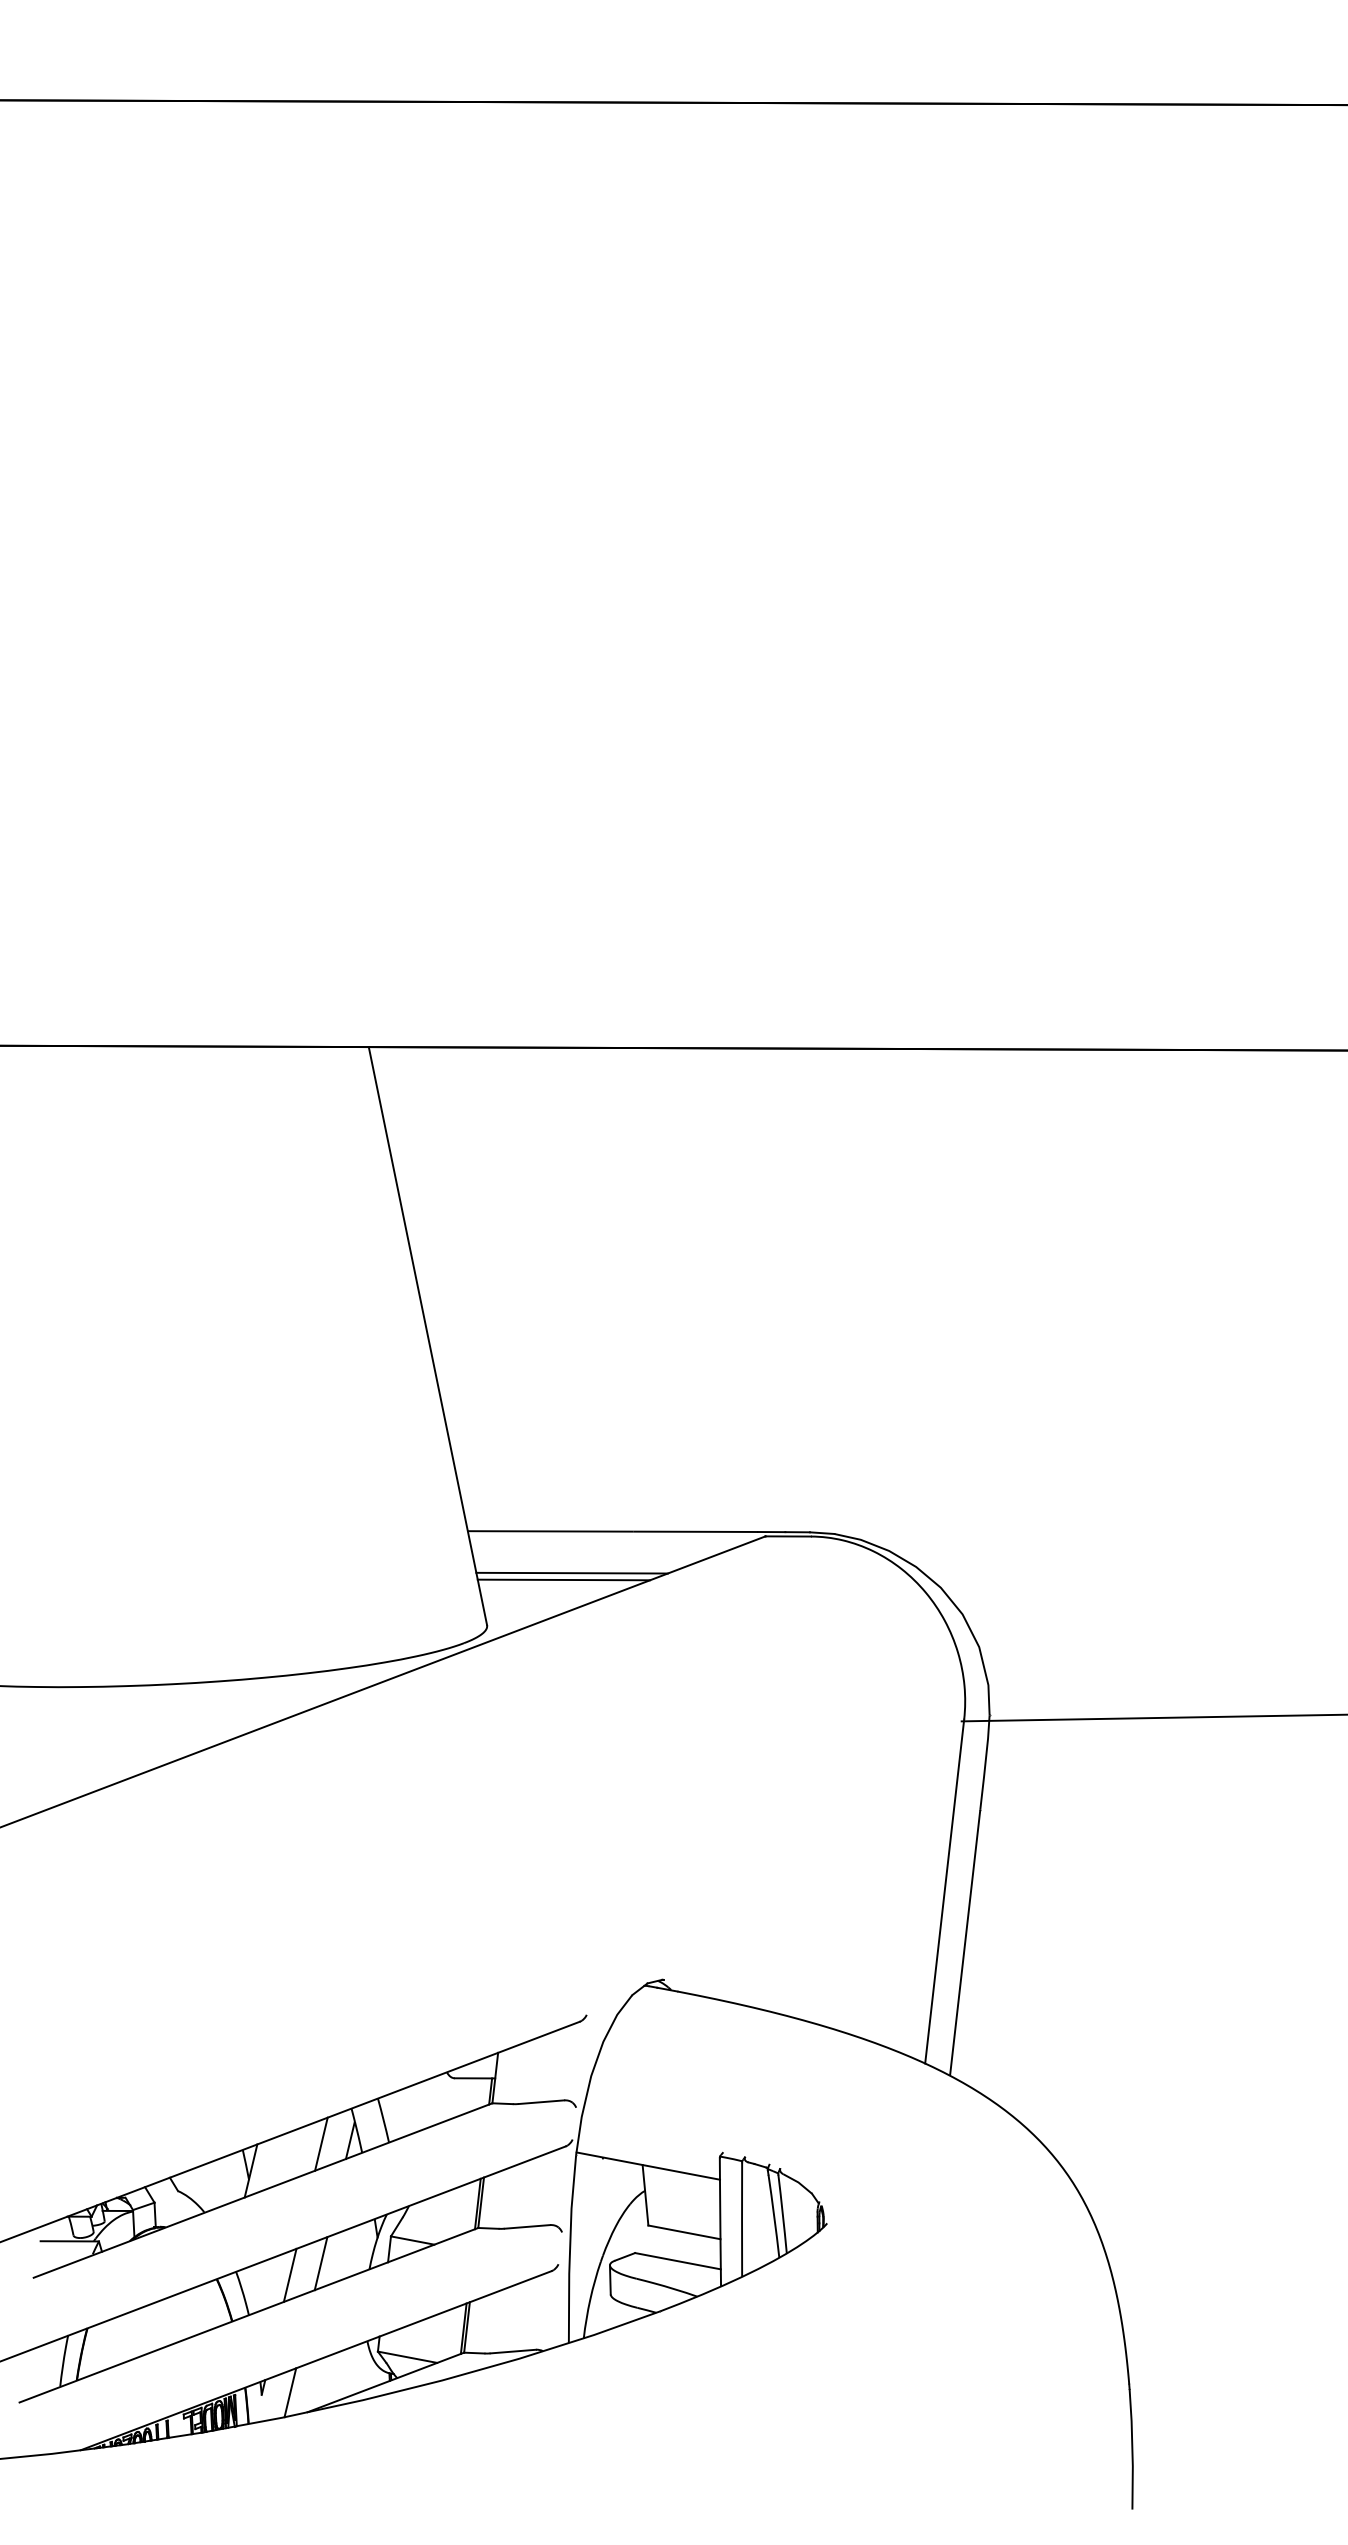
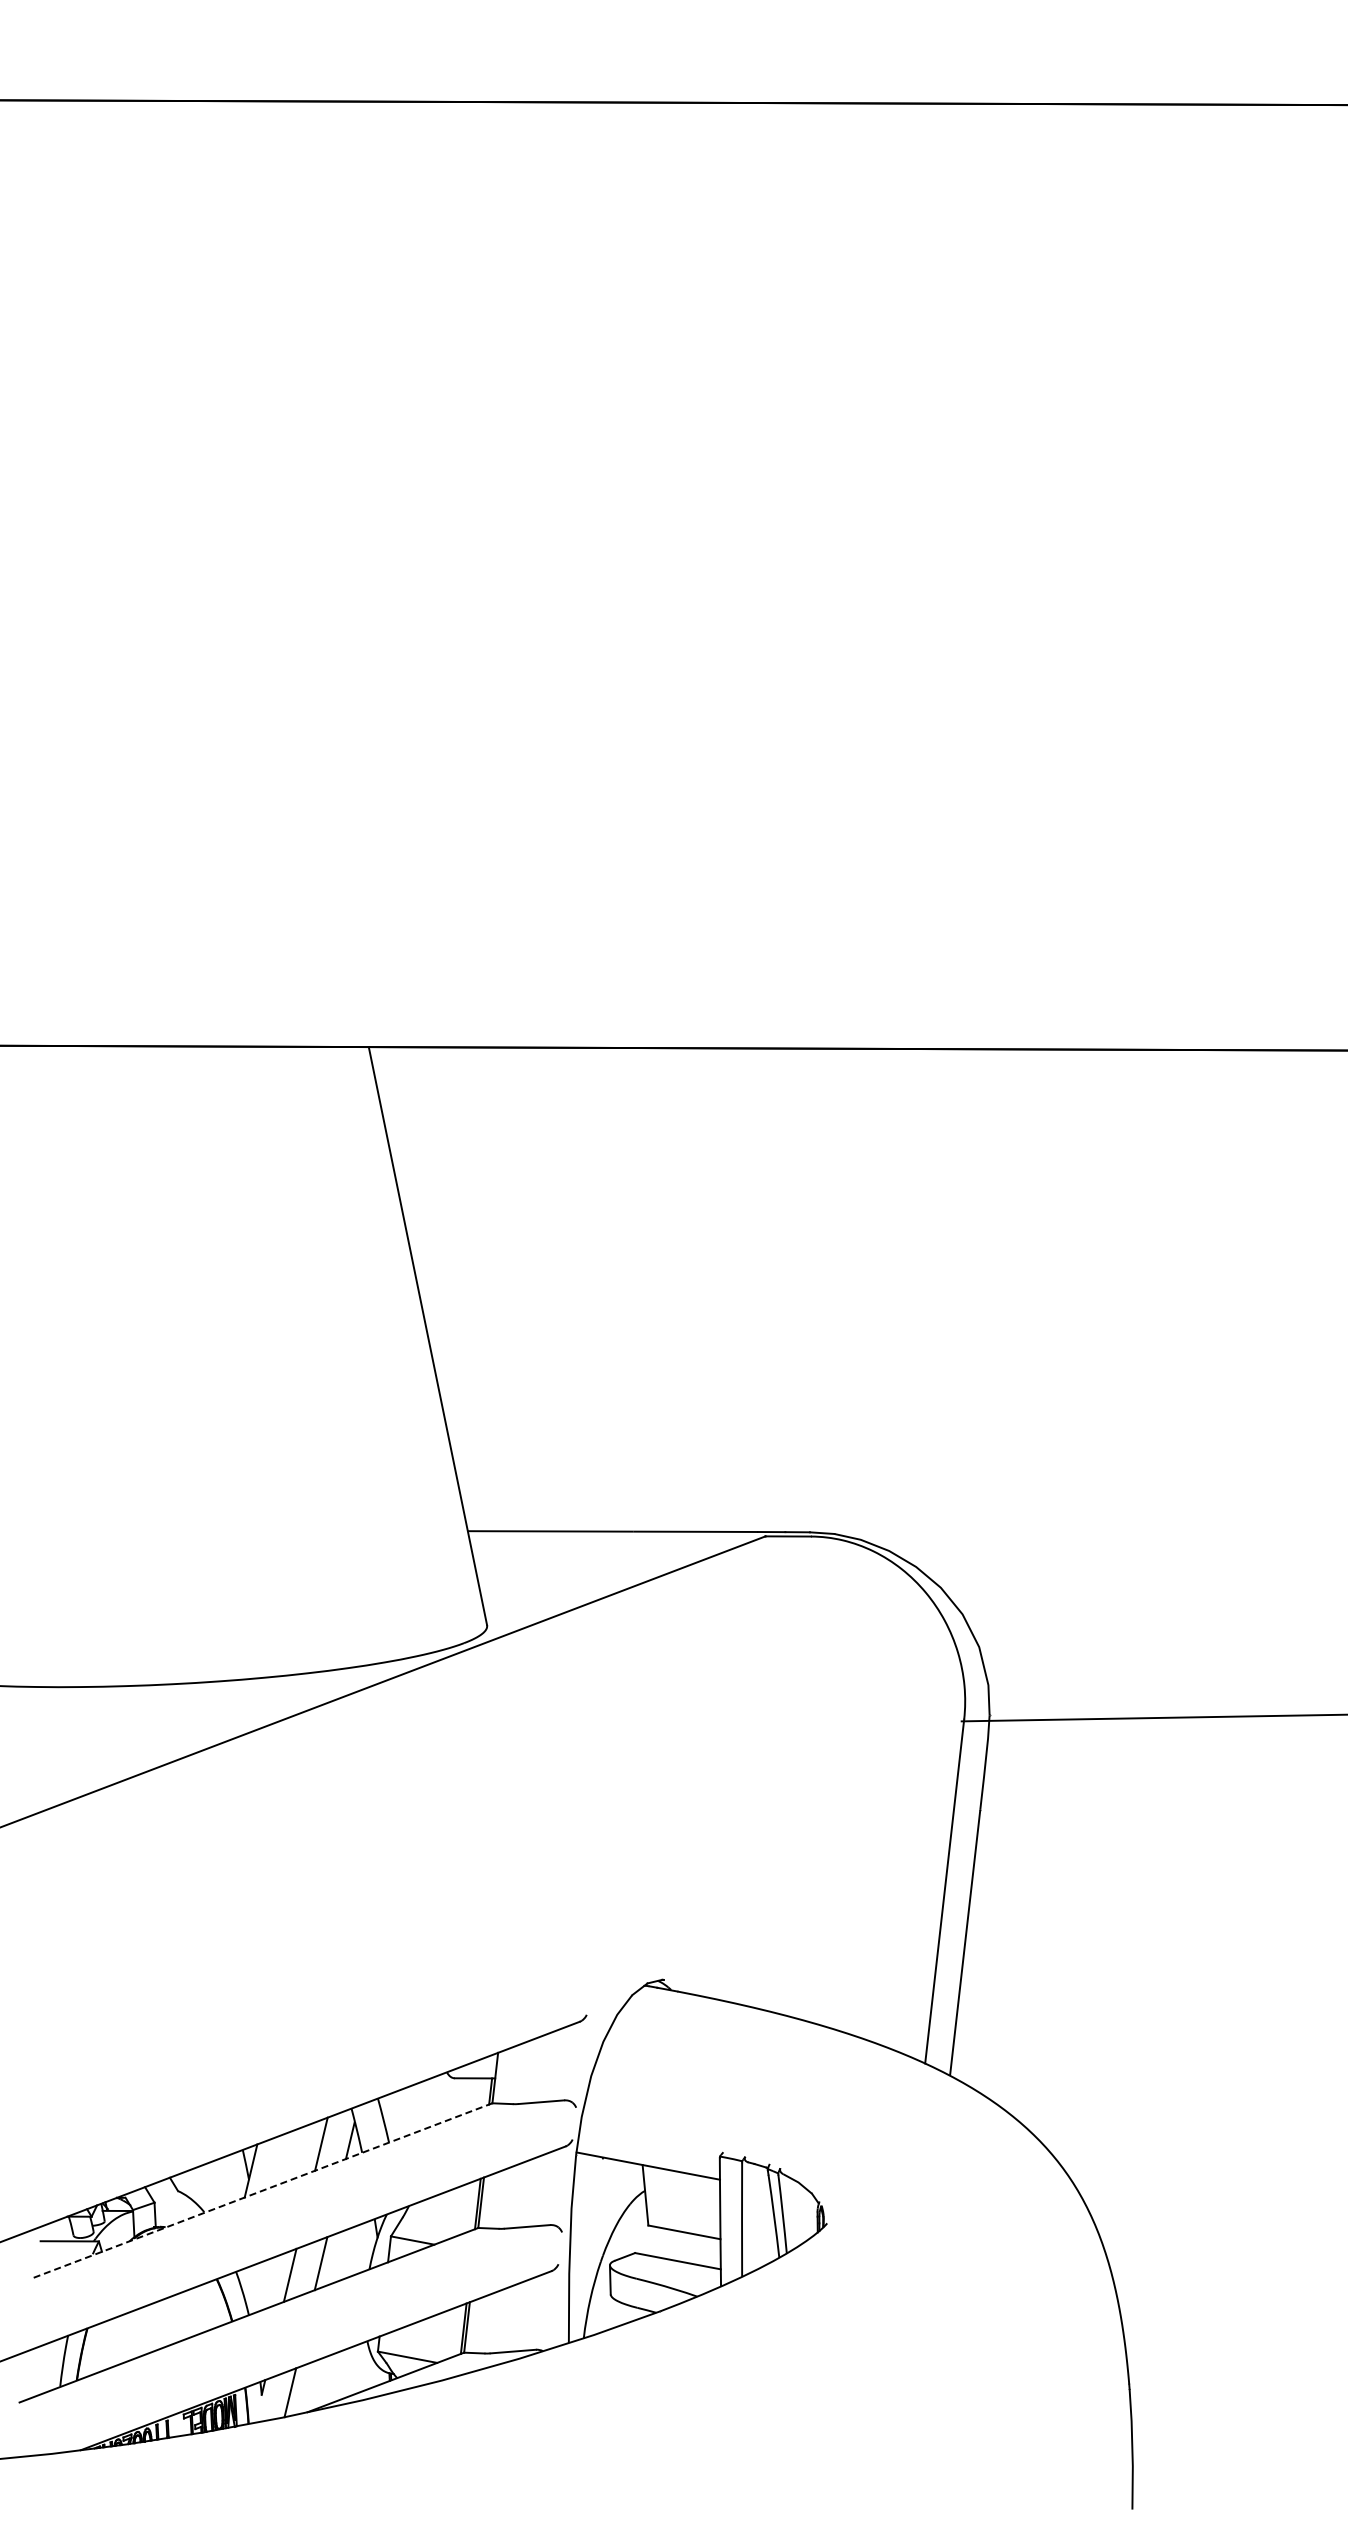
line at (571, 1572): present -> none
line at (563, 1579): present -> none
line at (263, 2190): solid -> dashed
